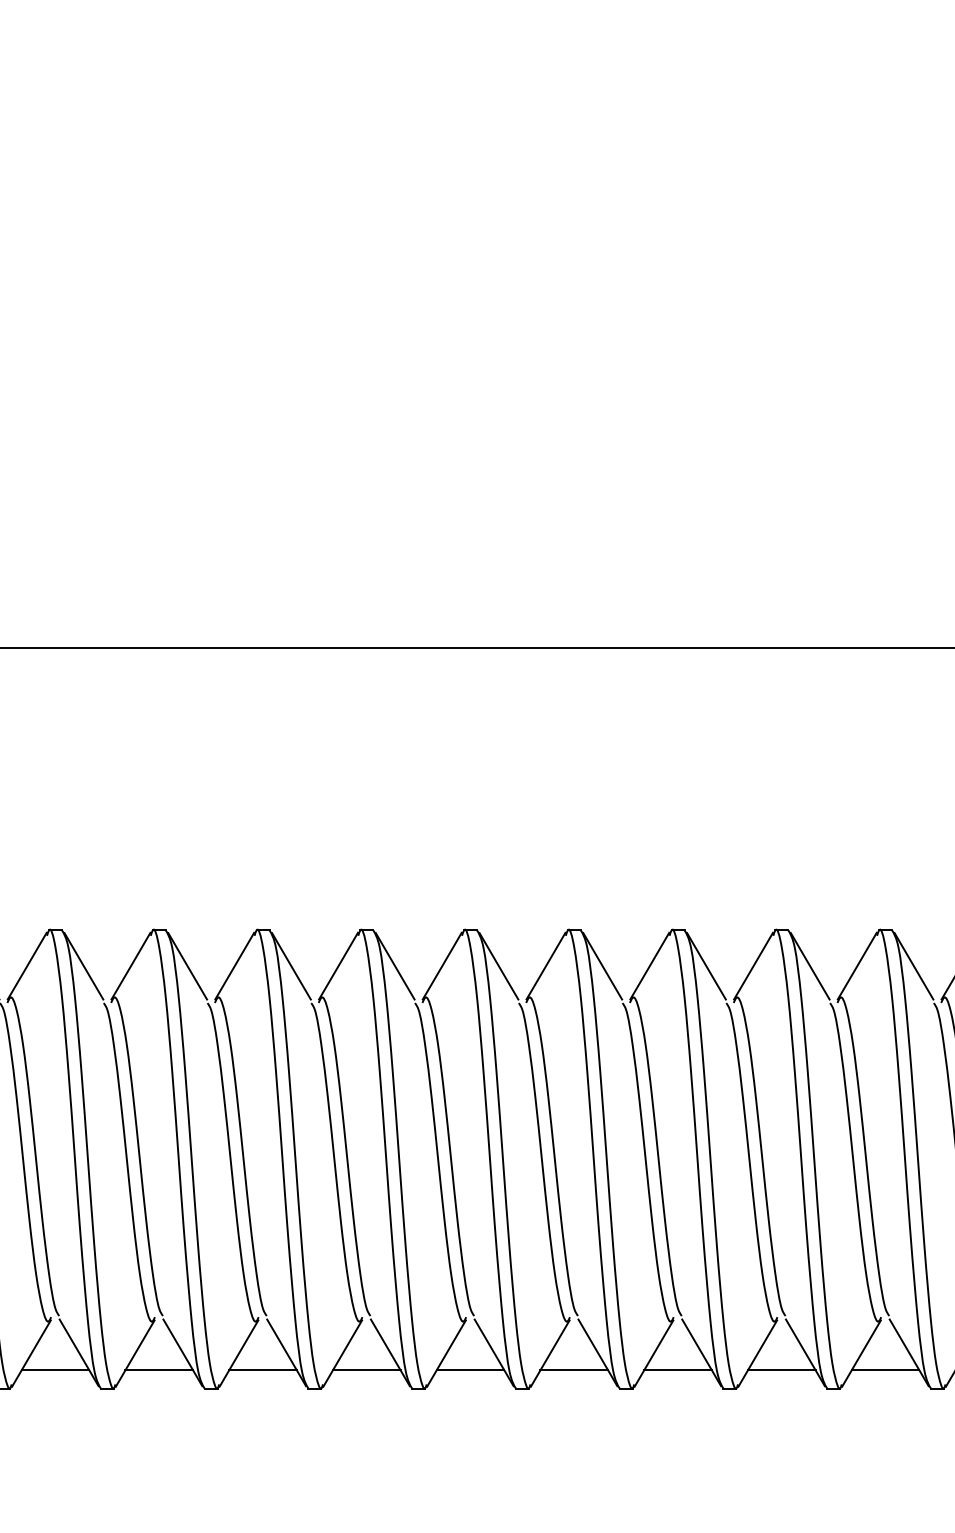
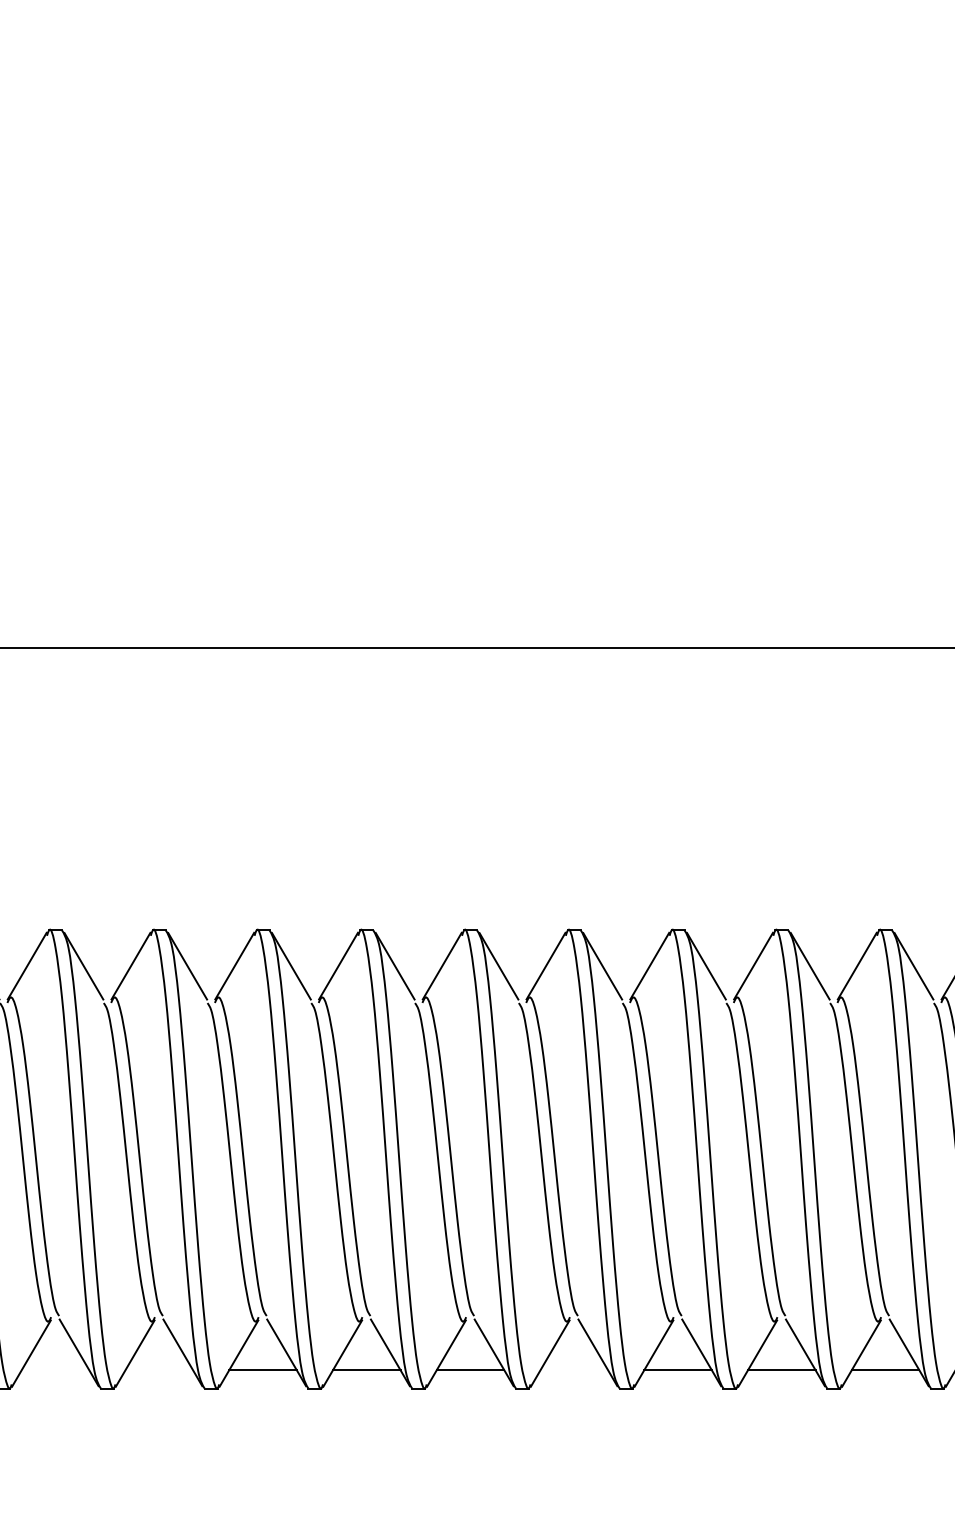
line at (55, 1370): present -> none
line at (159, 1370): present -> none
line at (574, 1370): present -> none
